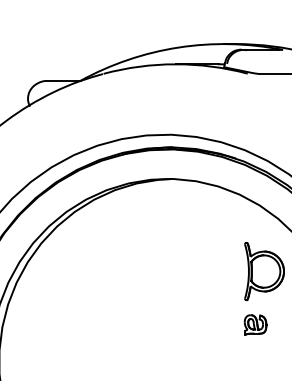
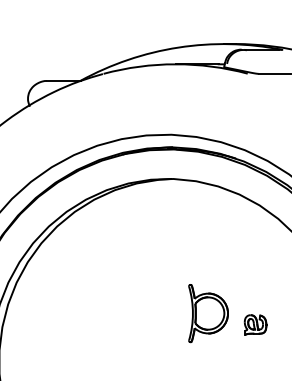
part at (264, 271) position: (264, 271) -> (208, 313)
